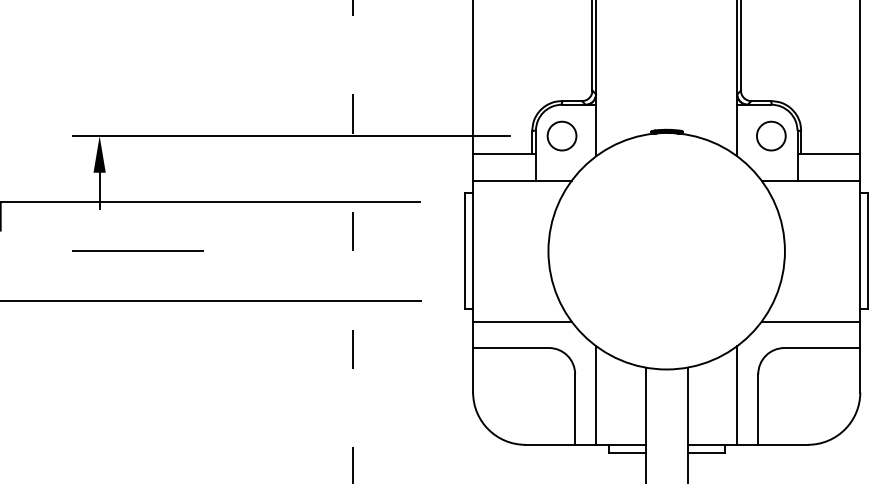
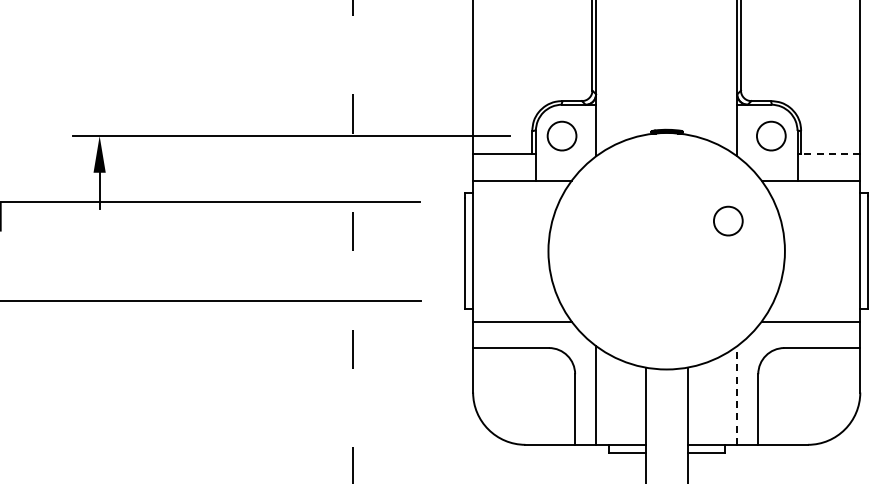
line at (830, 154): solid -> dashed
part at (728, 220): none -> present
line at (138, 251): present -> none
line at (737, 394): solid -> dashed
